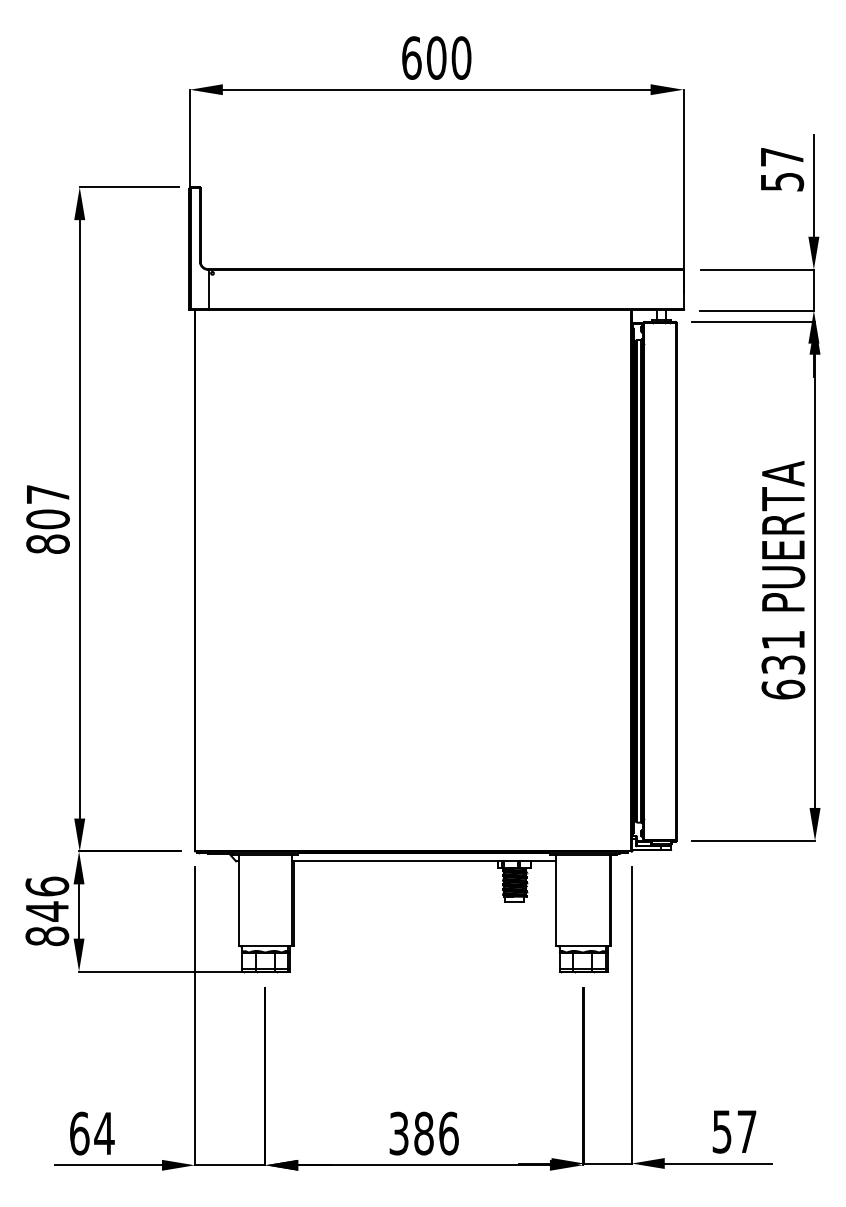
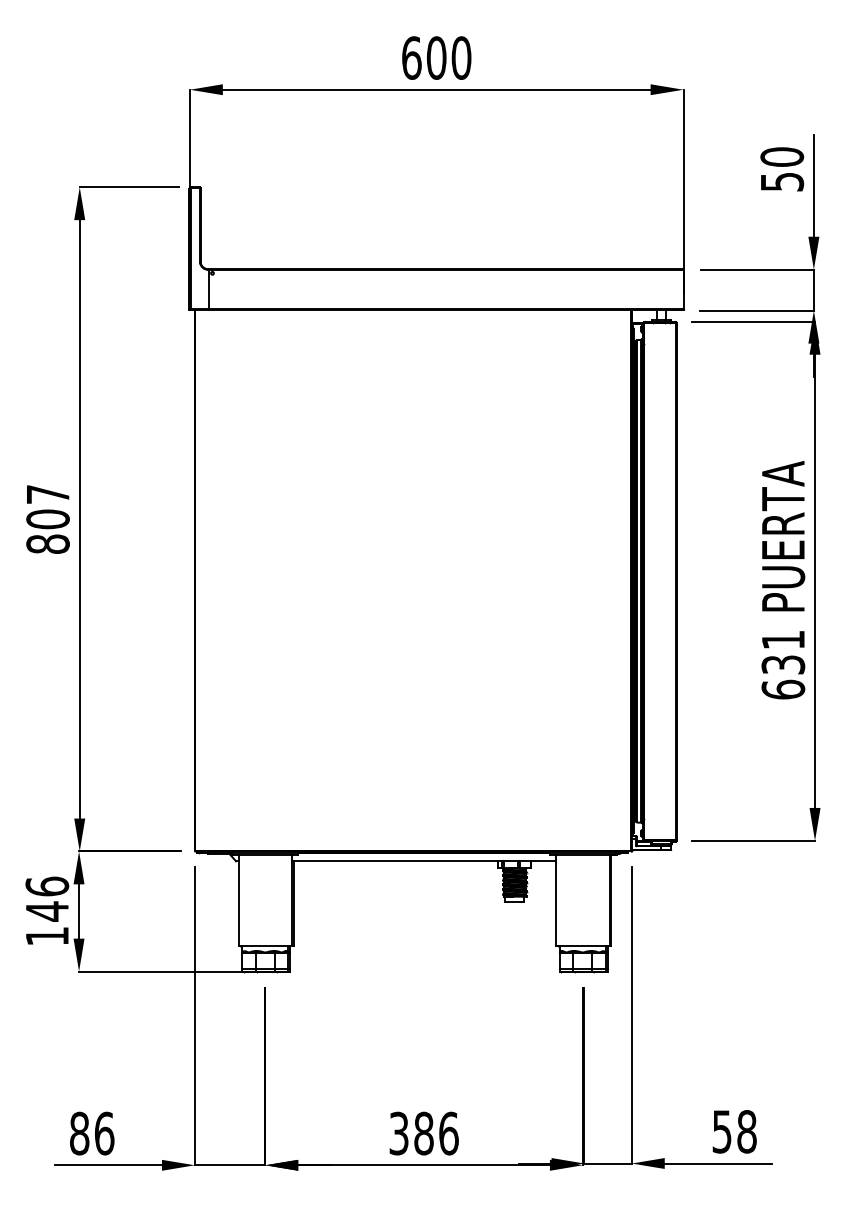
text at (782, 156): 57 -> 50
text at (47, 936): 846 -> 146
text at (746, 1131): 57 -> 58
text at (92, 1133): 64 -> 86
